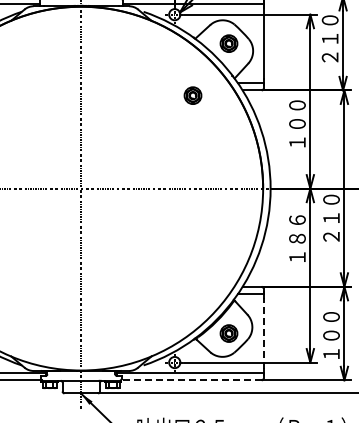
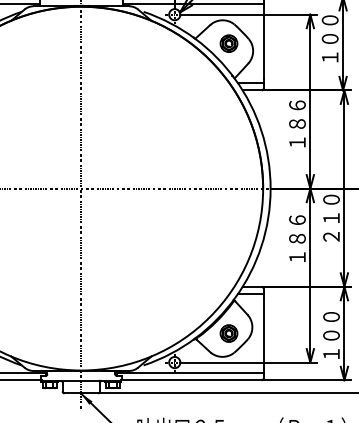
text at (329, 48): ２１０ -> １００
part at (192, 95): present -> none
text at (297, 114): １００ -> １８６
line at (263, 333): dashed -> solid
line at (190, 380): dashed -> solid
